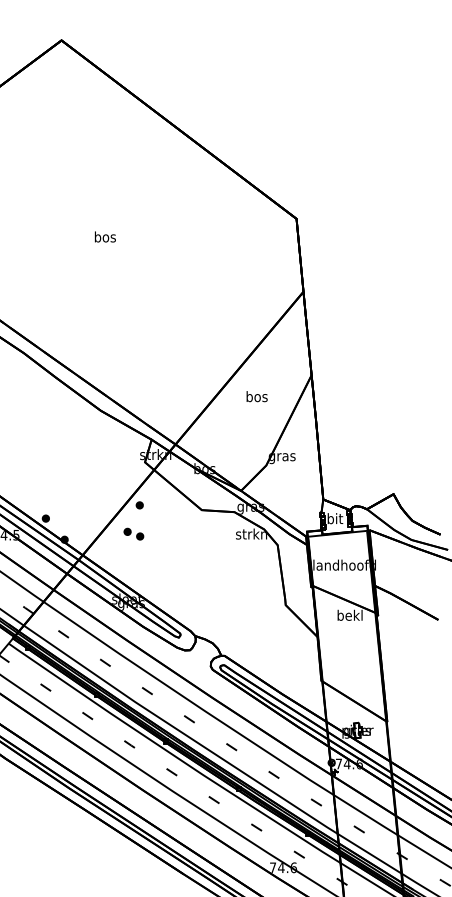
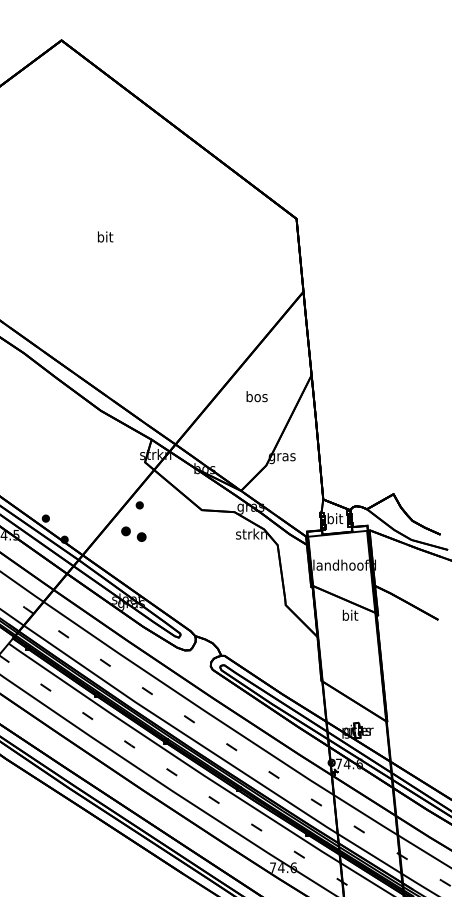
text at (104, 236): bos -> bit
part at (133, 533) size: 22x14 px -> 26x16 px
text at (349, 614): bekl -> bit
